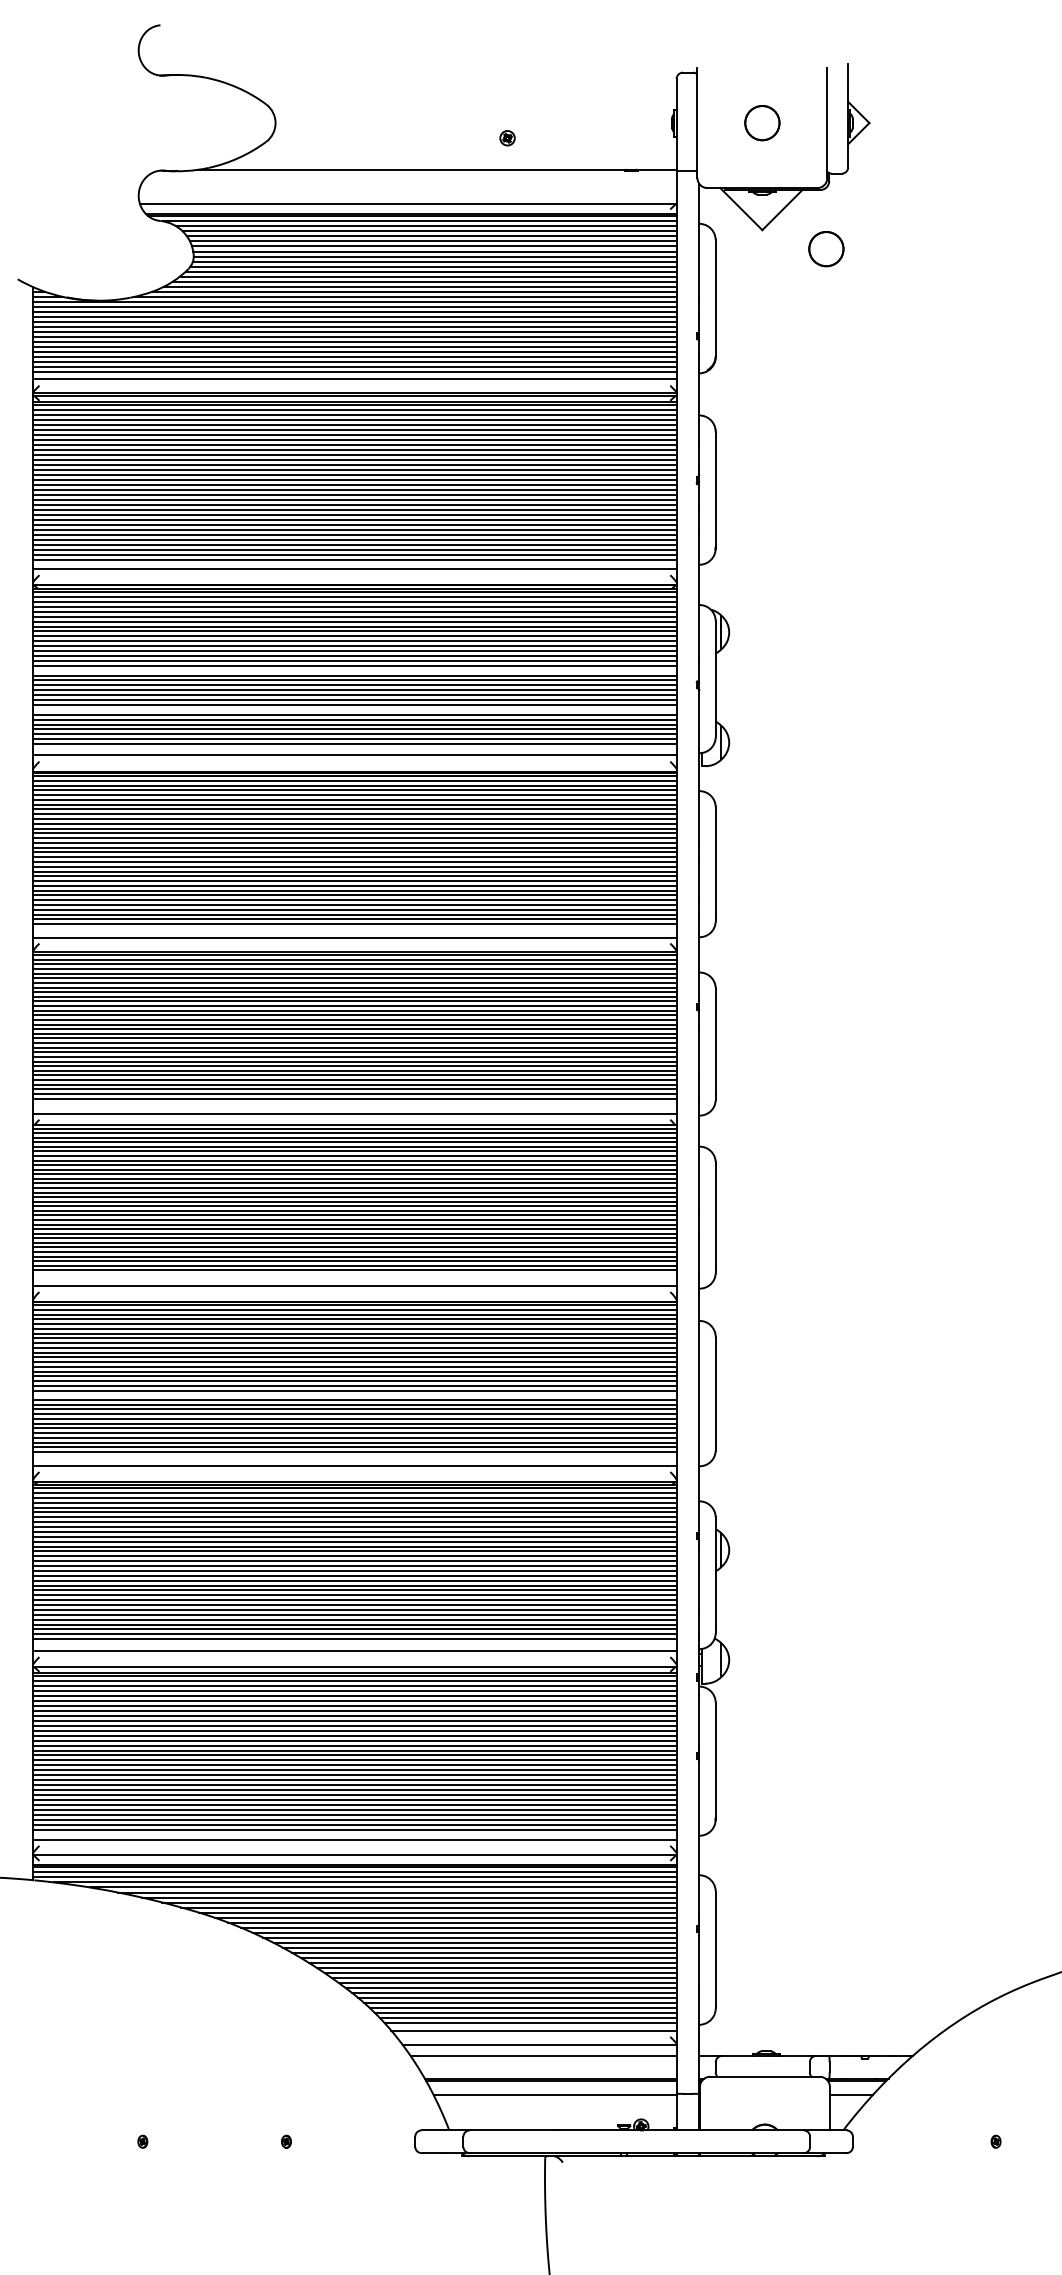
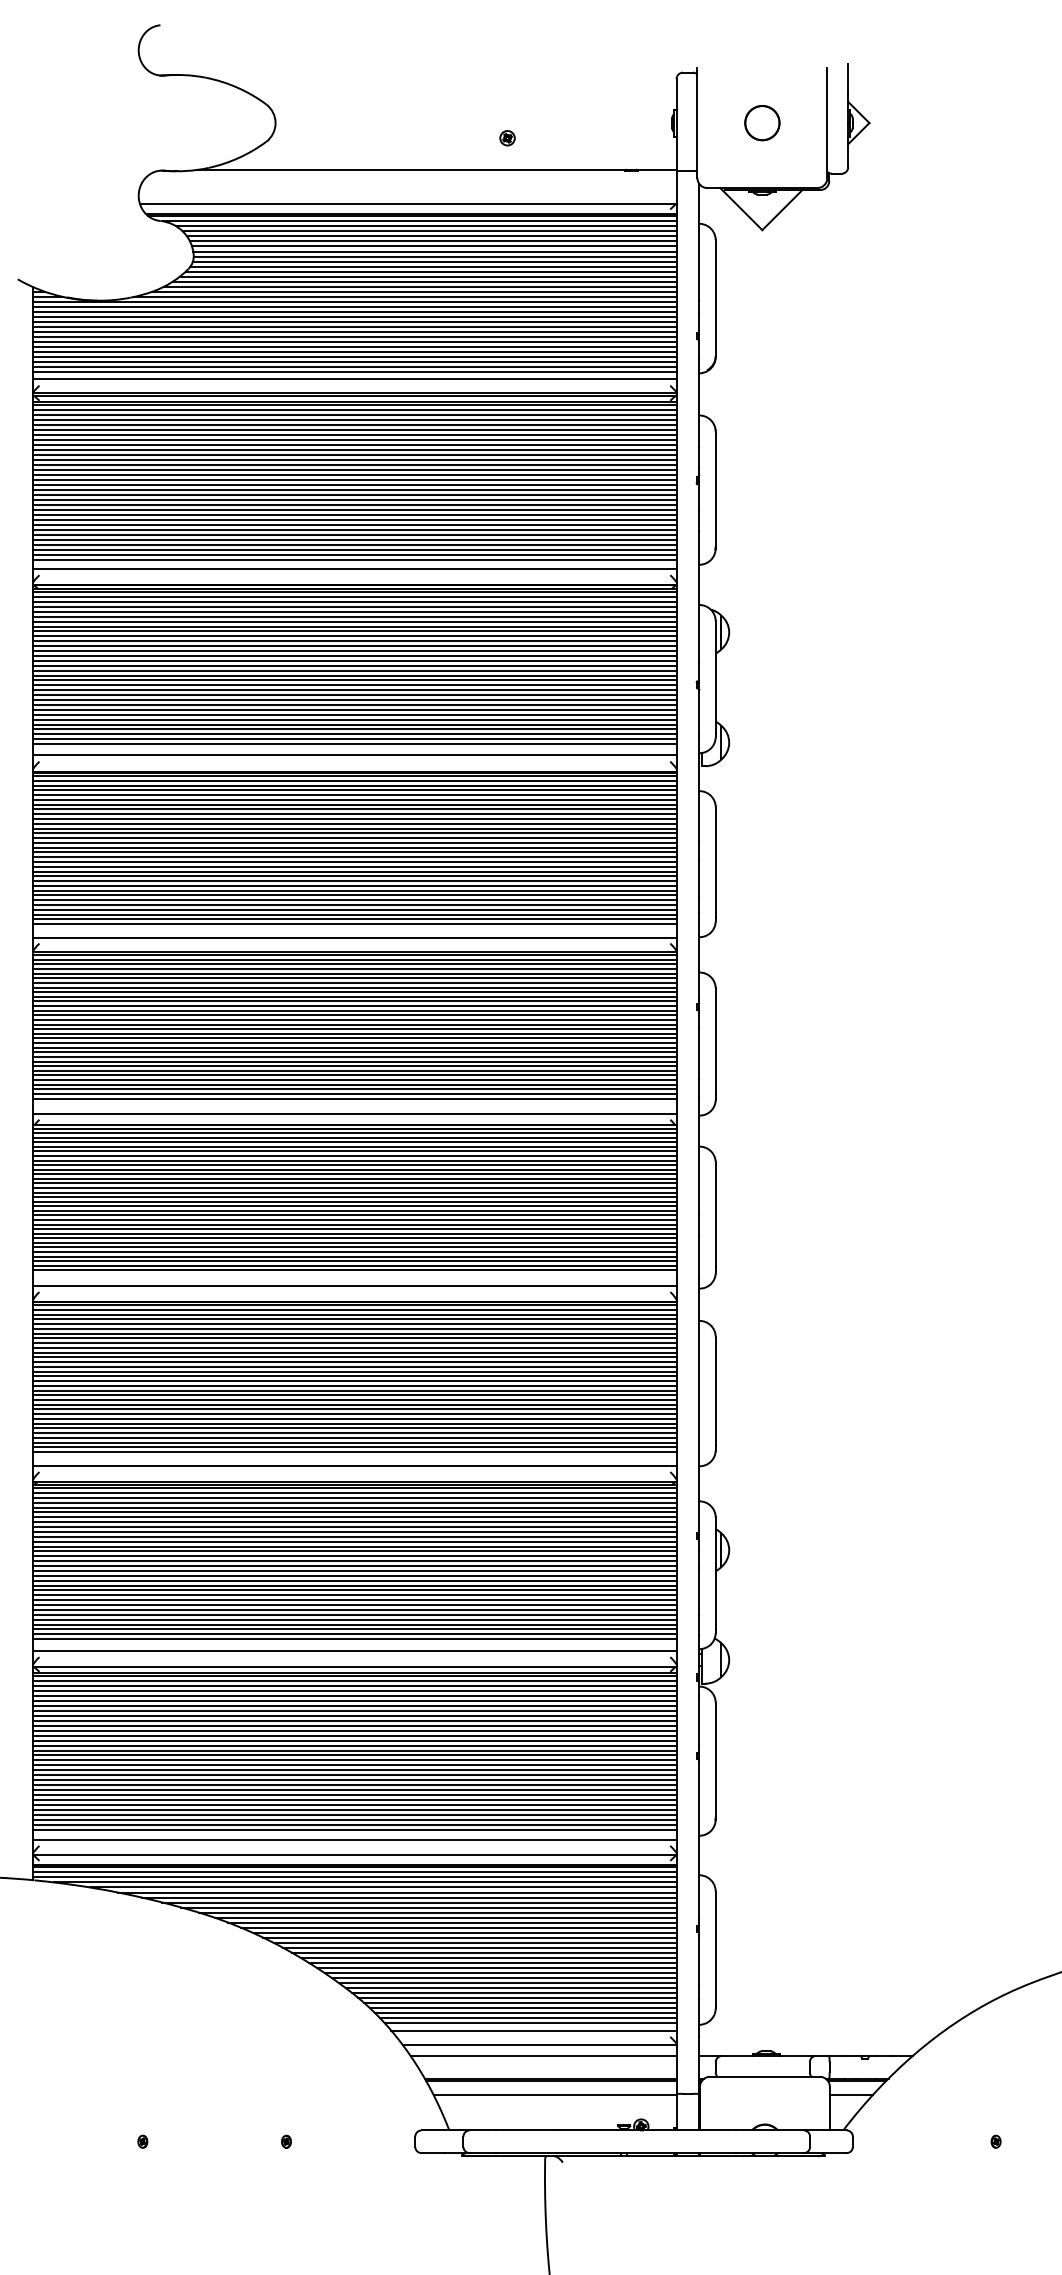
circle at (826, 249): present -> none
line at (354, 670): none -> present
line at (354, 709): none -> present
line at (354, 1395): none -> present
